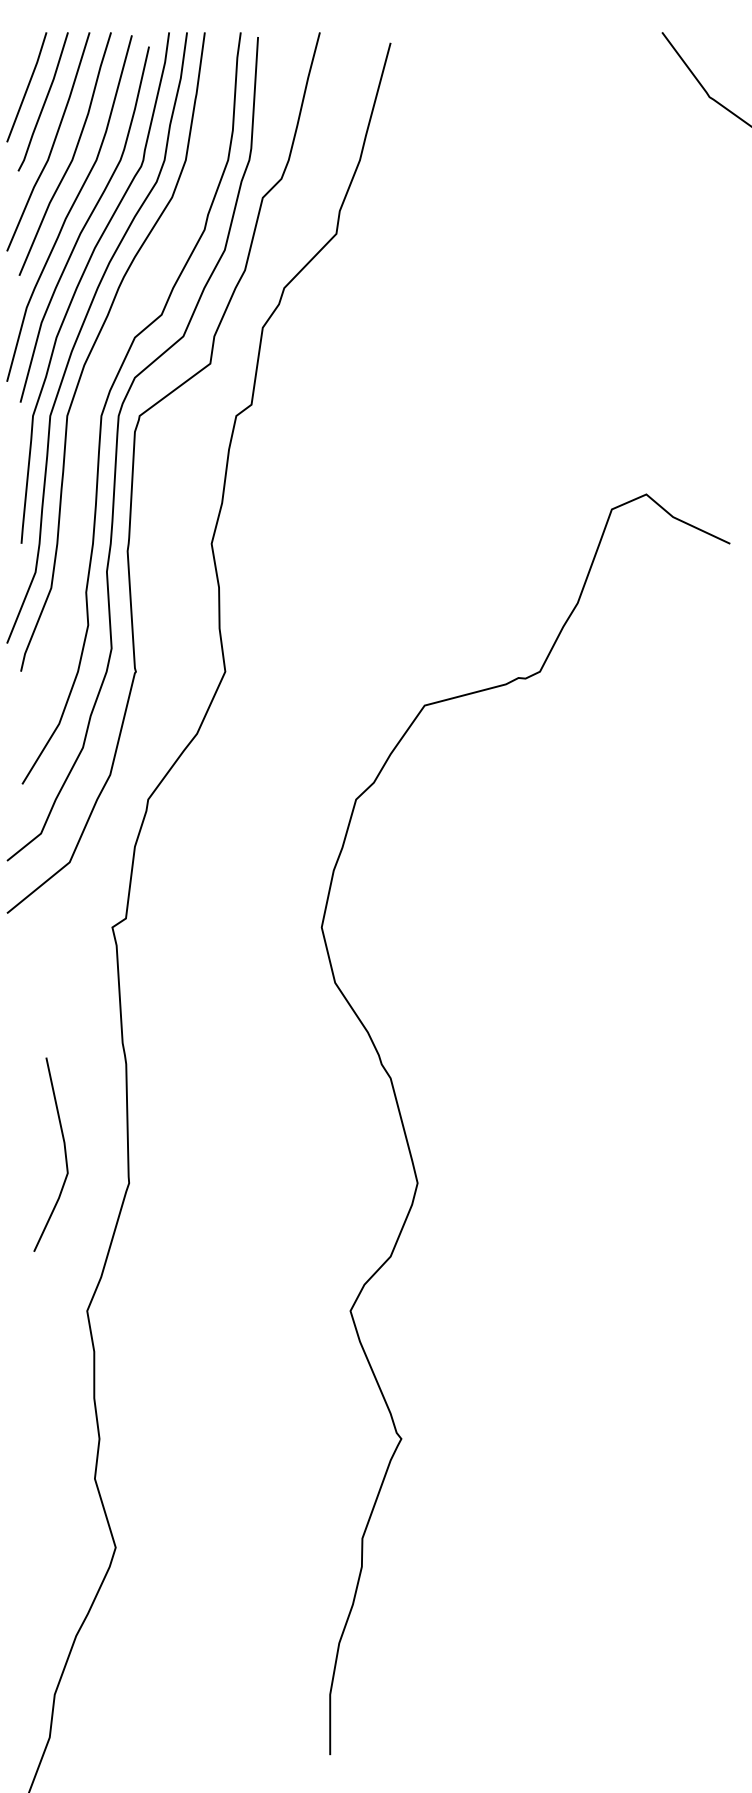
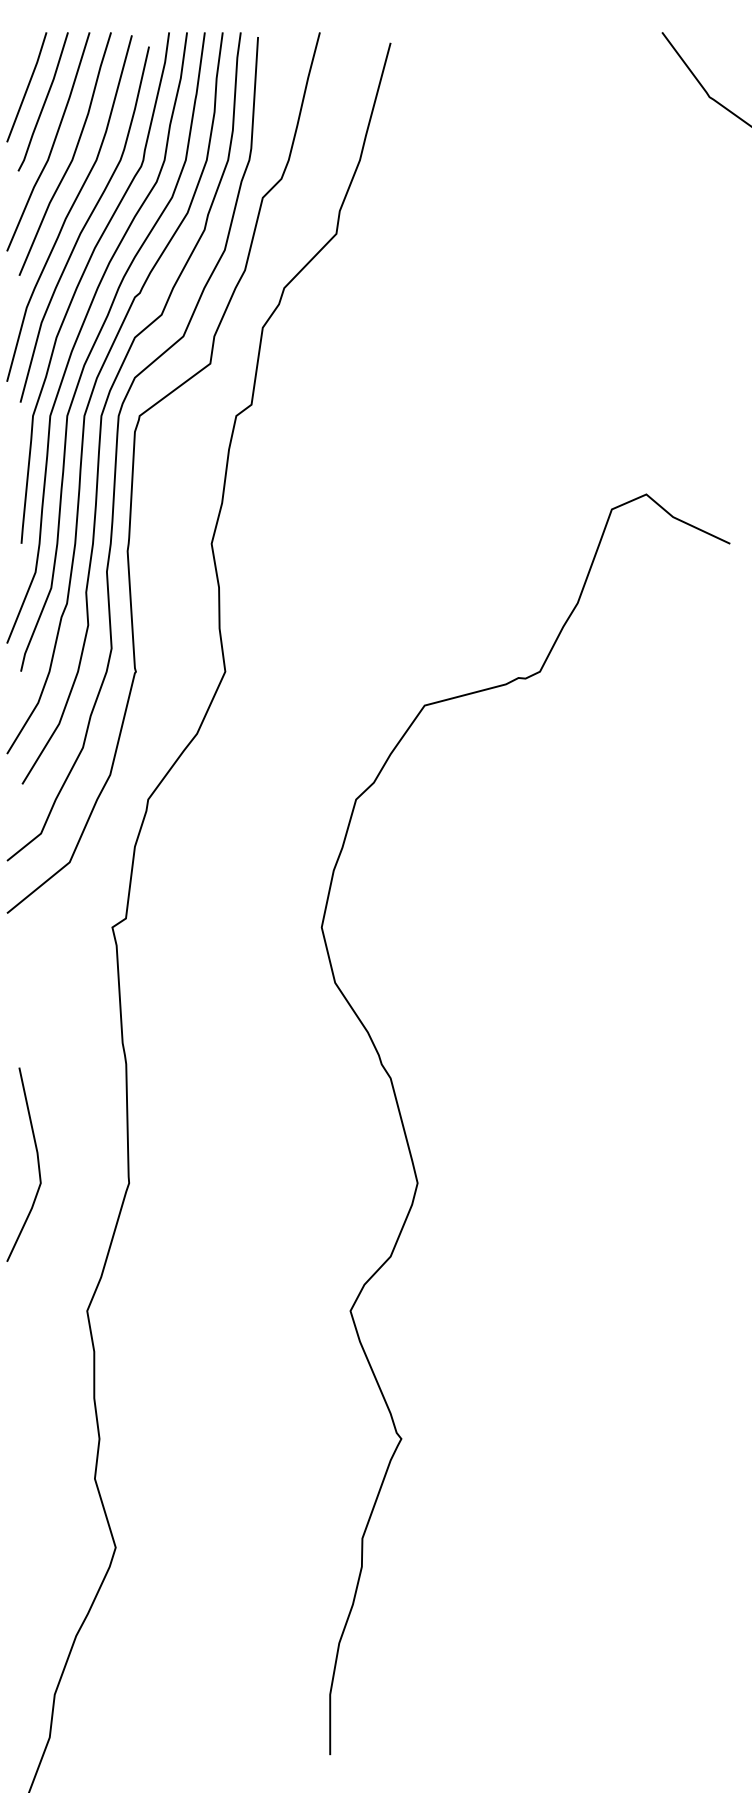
curve at (95, 386): none -> present
line at (64, 1154) position: (64, 1154) -> (37, 1164)
